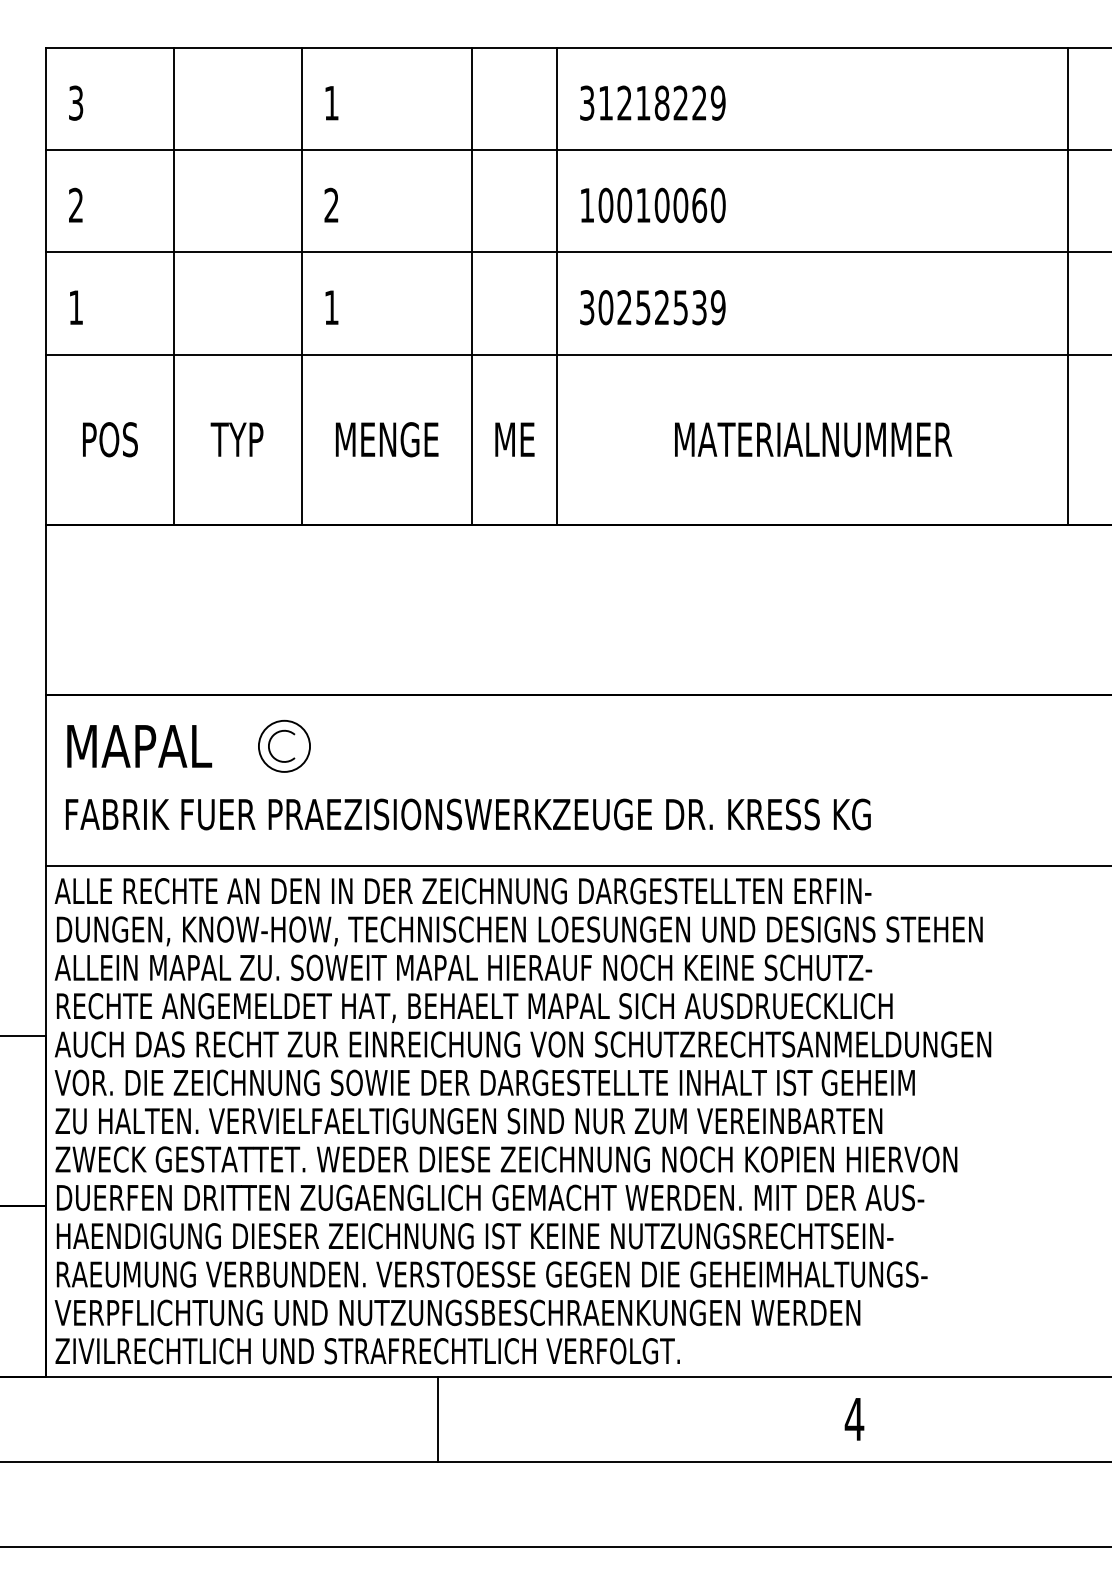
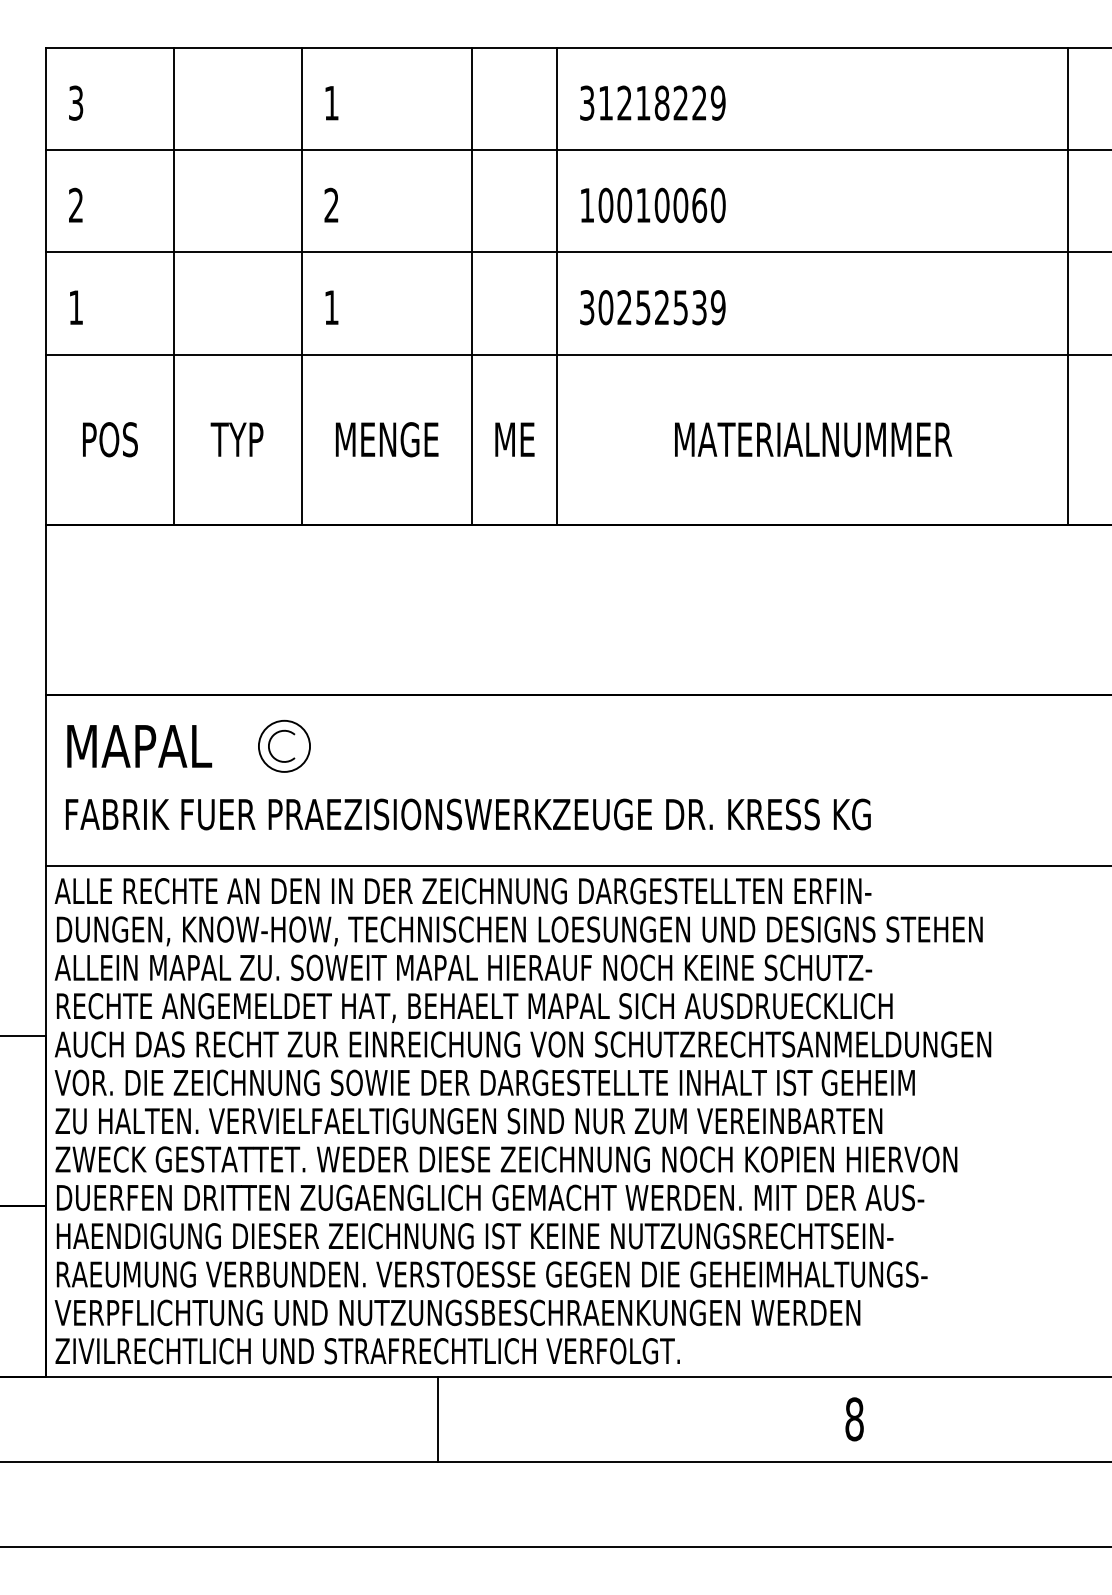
text at (854, 1419): 4 -> 8
